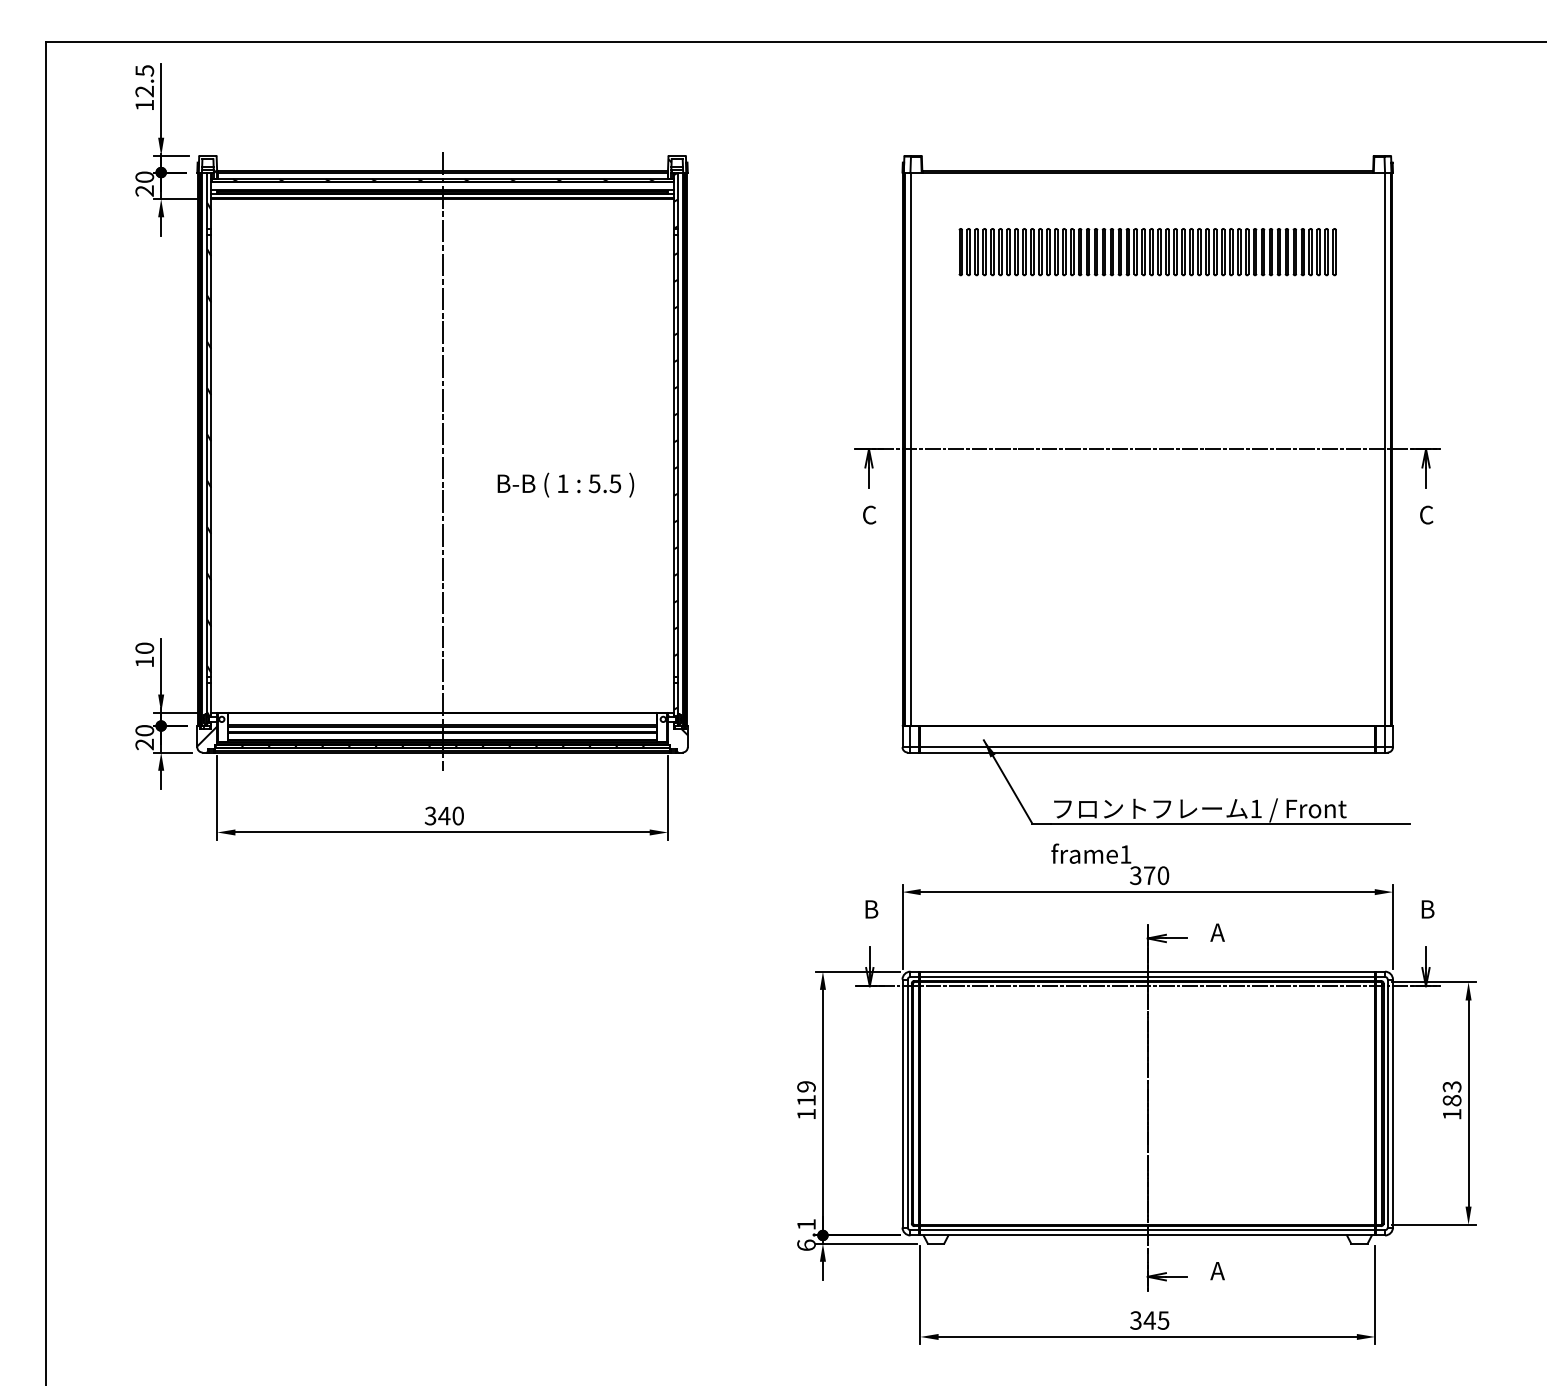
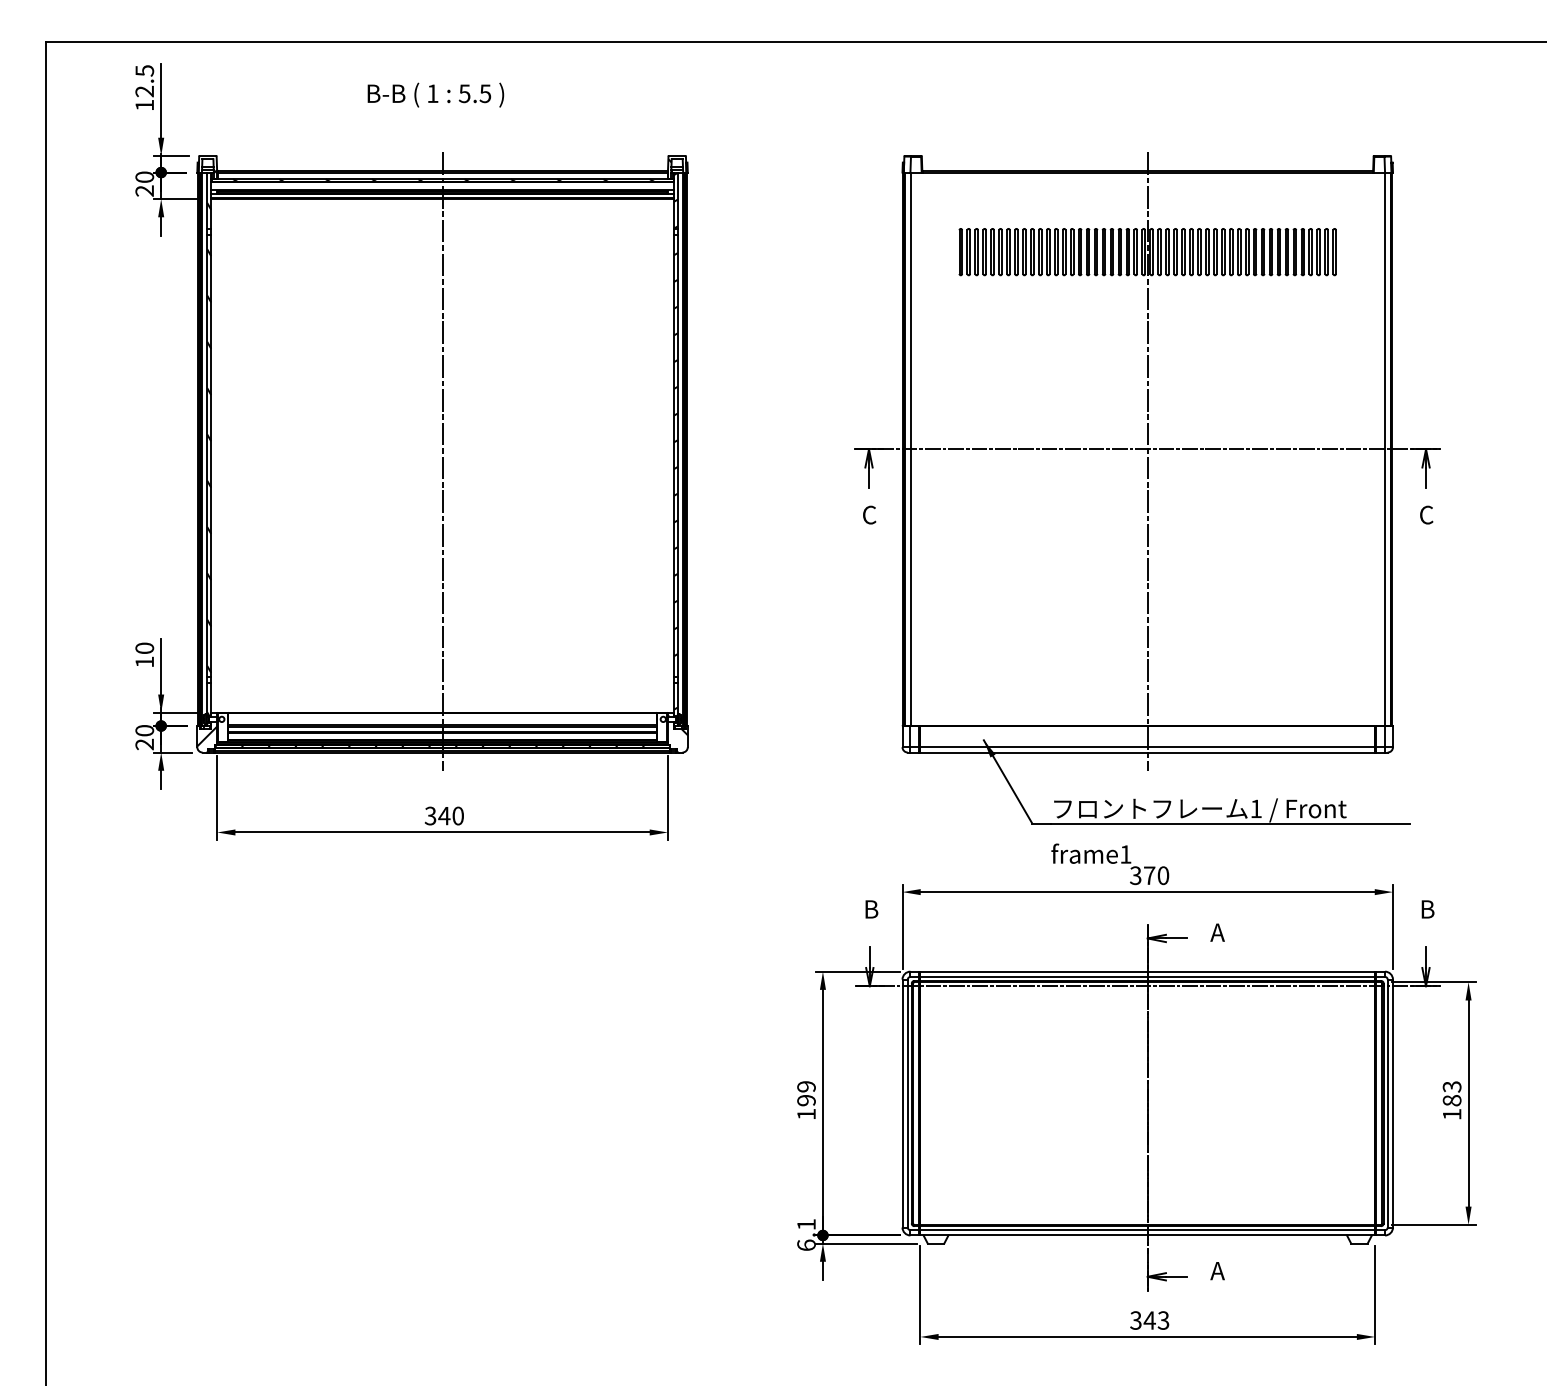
line at (1147, 461): none -> present
text at (565, 484) position: (565, 484) -> (435, 94)
text at (806, 1100): 119 -> 199
text at (1163, 1320): 345 -> 343
